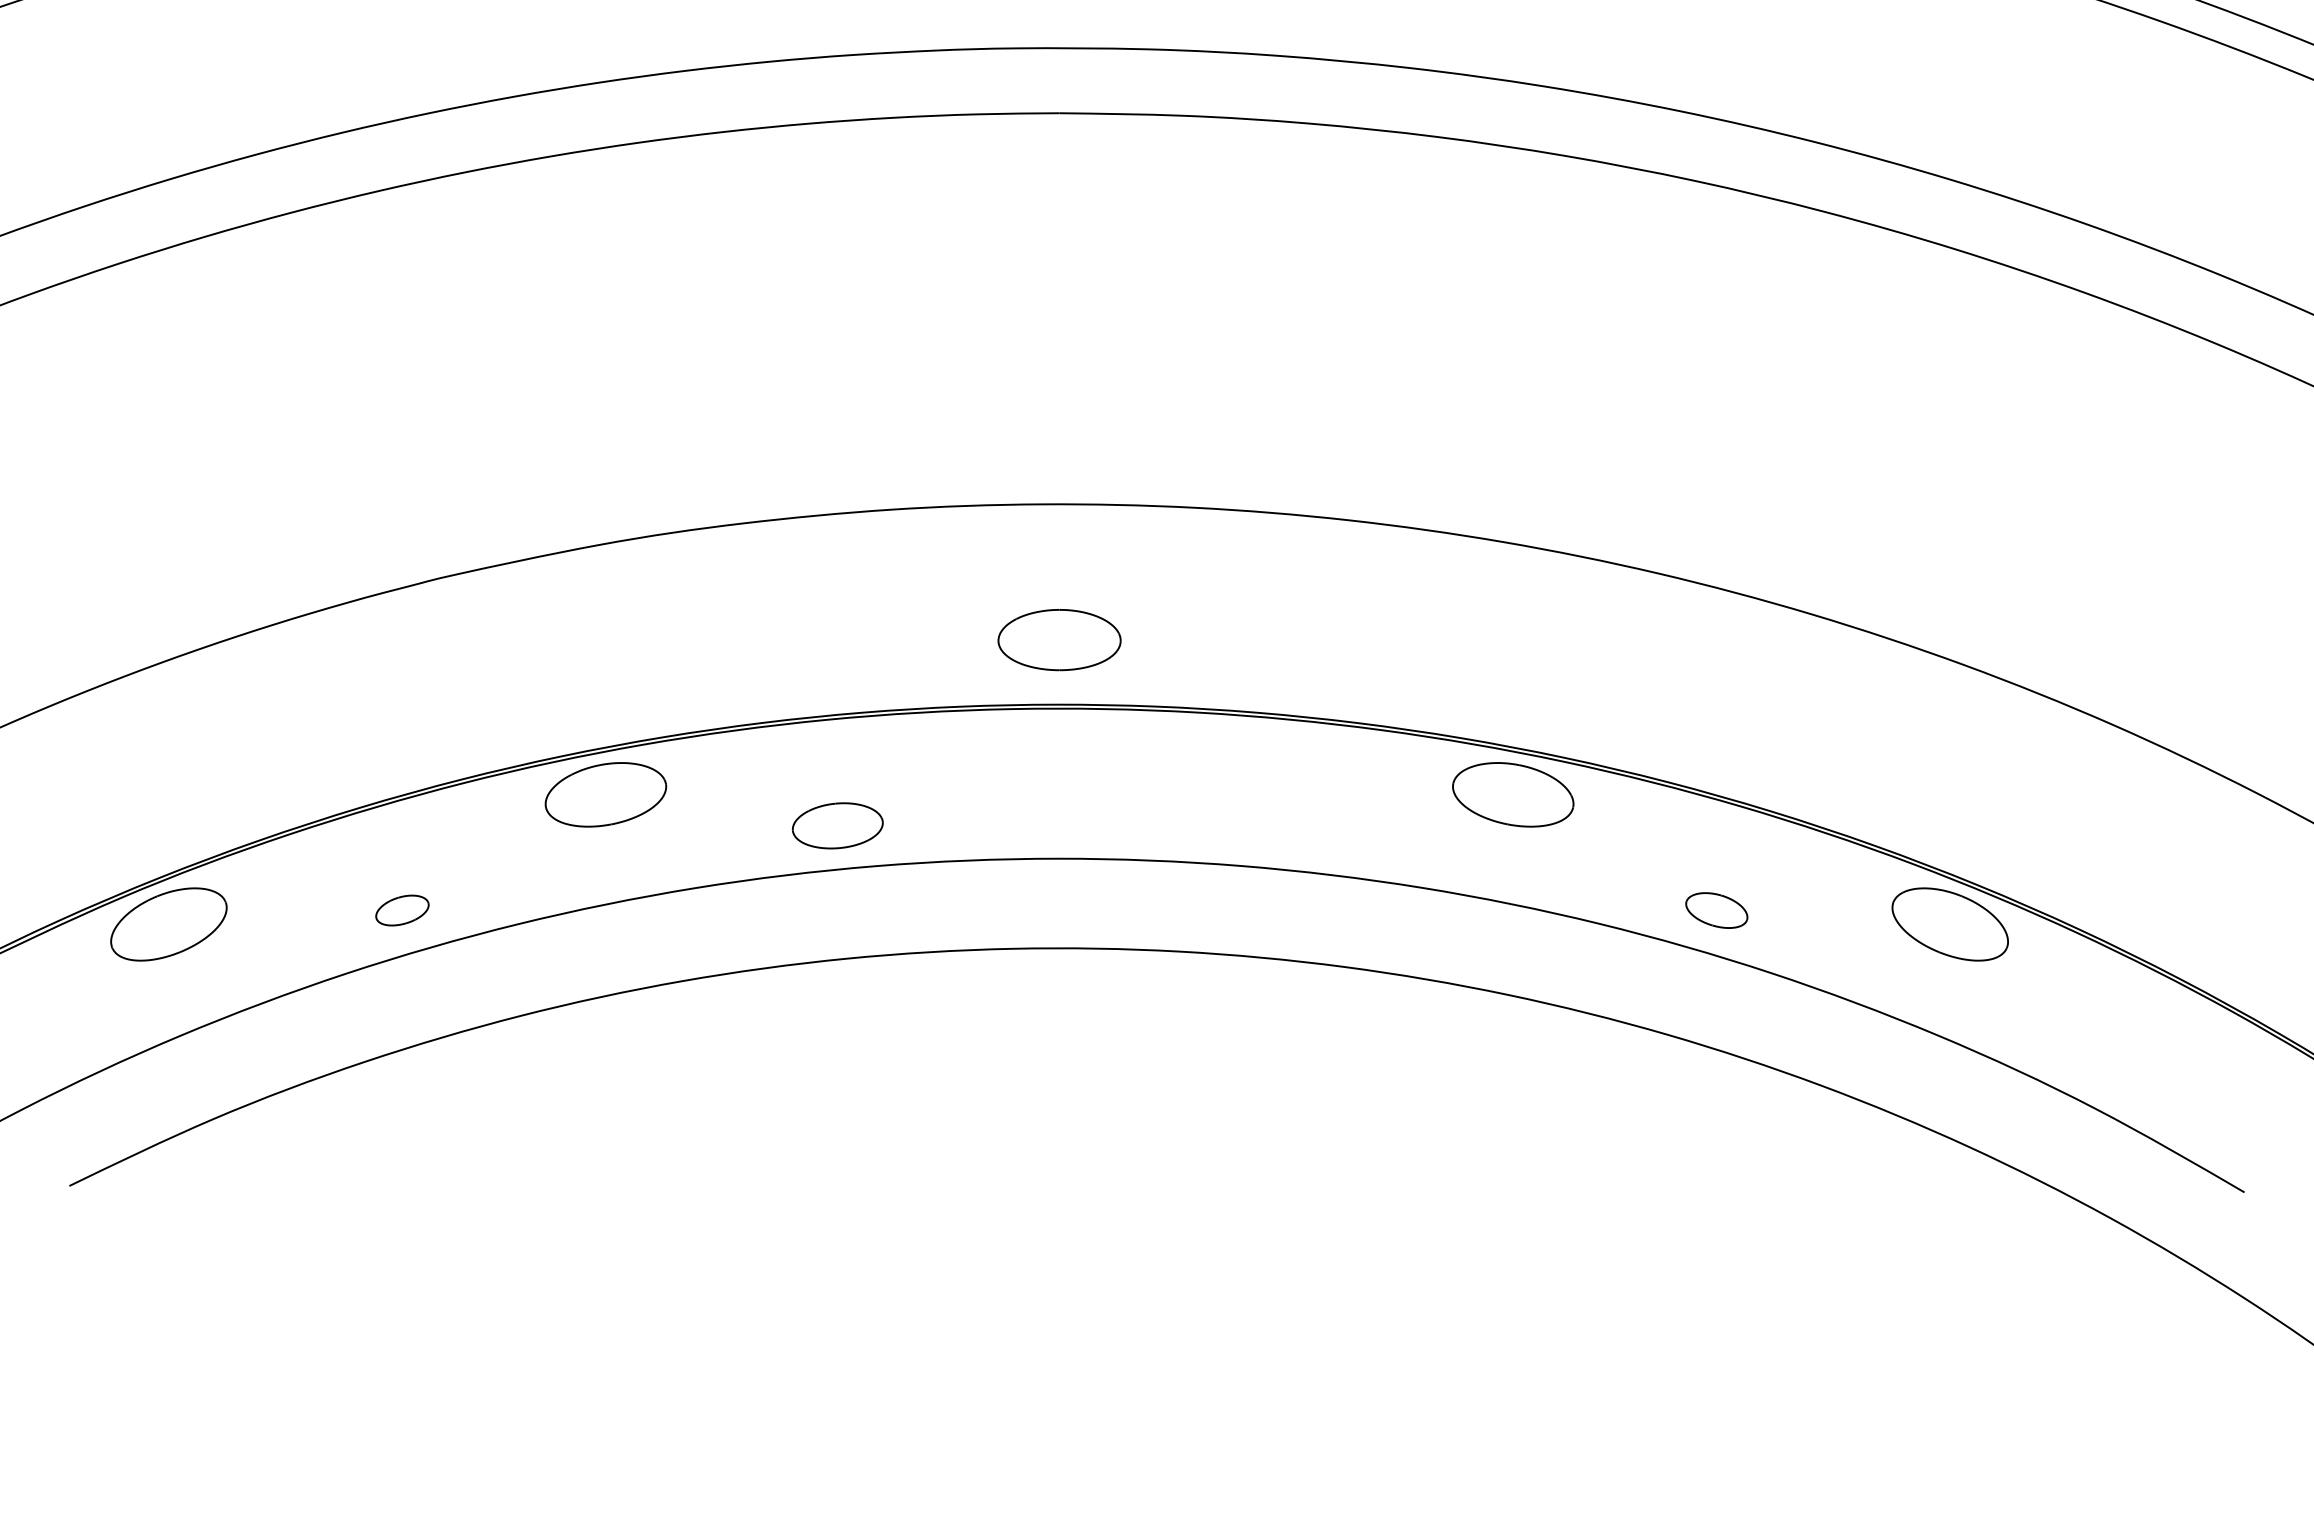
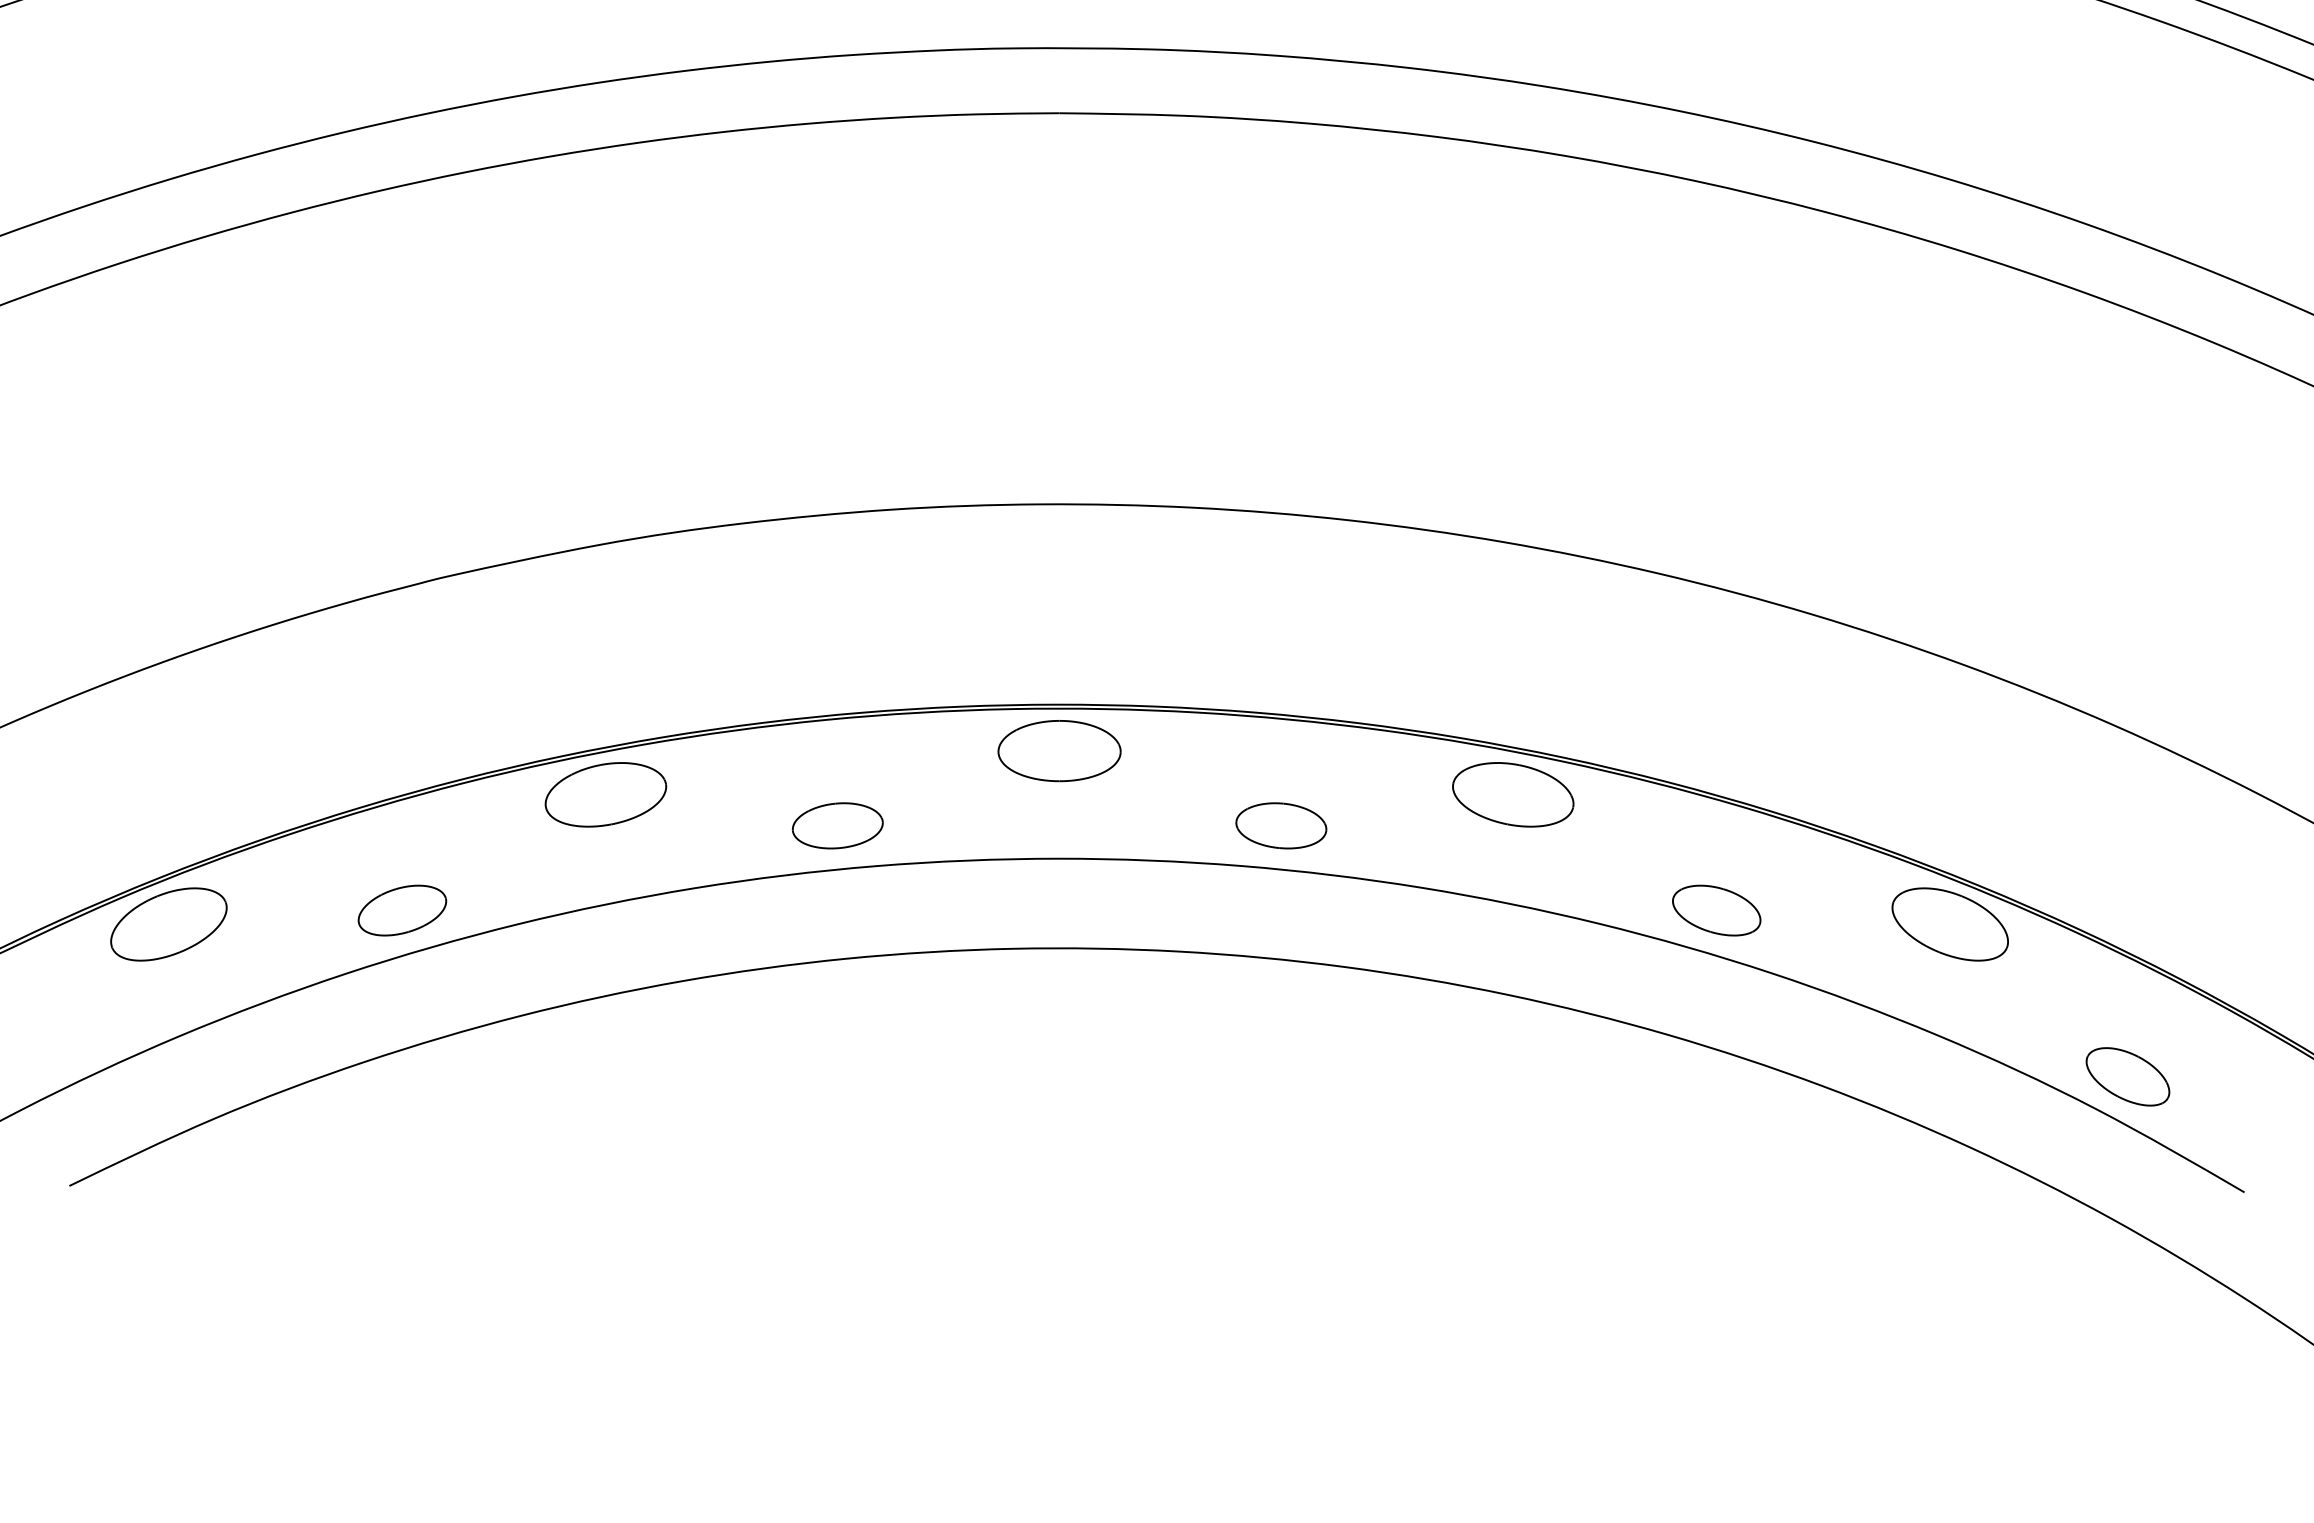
part at (1059, 640) position: (1059, 640) -> (1059, 751)
part at (1281, 825): none -> present
part at (402, 910) size: 55x33 px -> 91x53 px
part at (1716, 910) size: 64x37 px -> 90x53 px
part at (2127, 1076): none -> present
